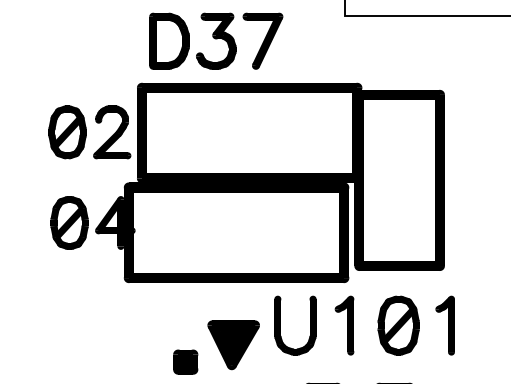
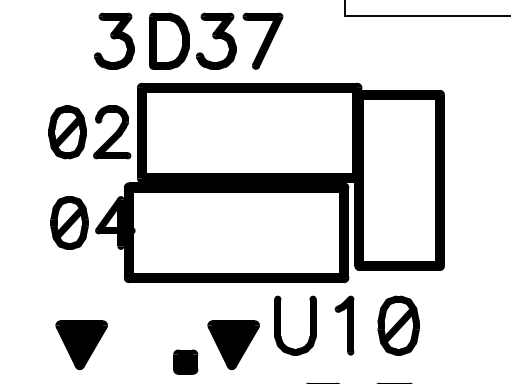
part at (114, 40): none -> present
part at (444, 325): present -> none
part at (81, 345): none -> present
